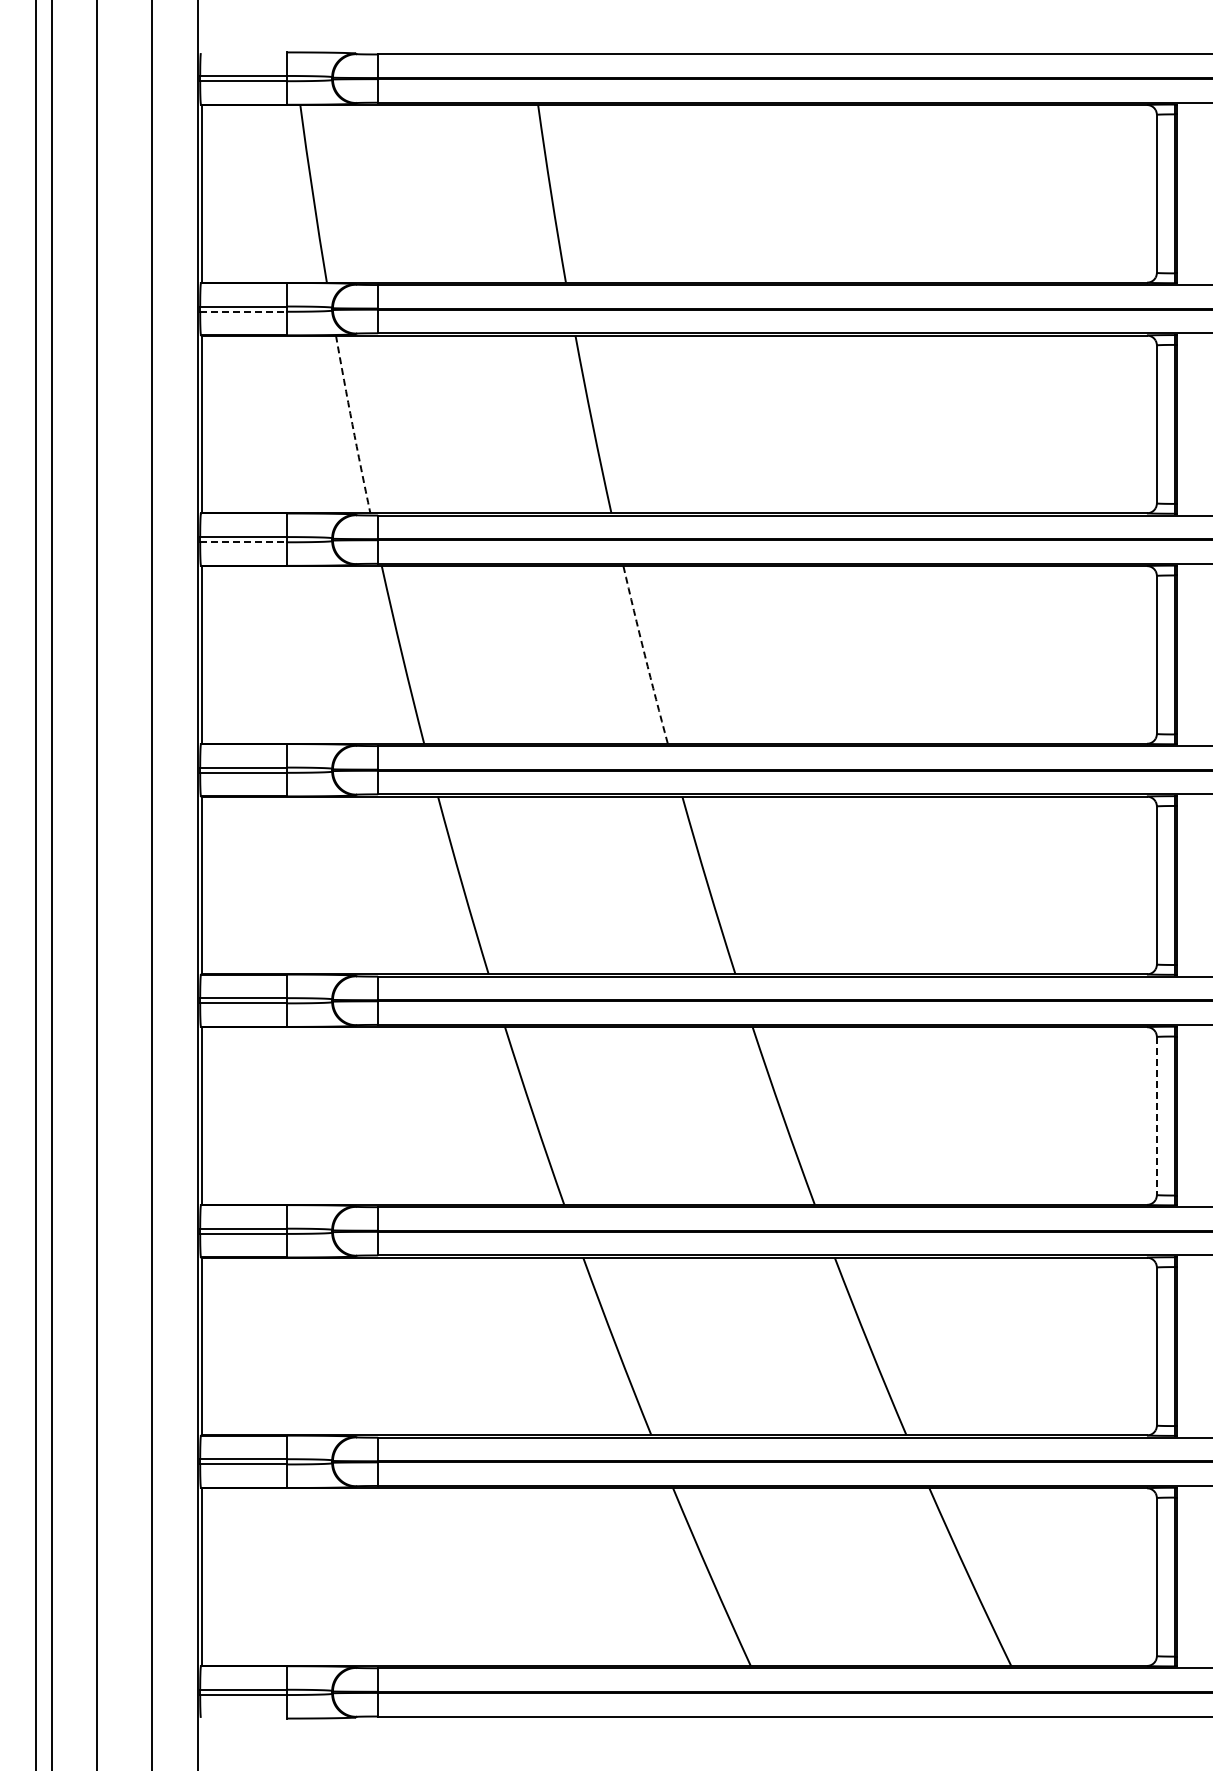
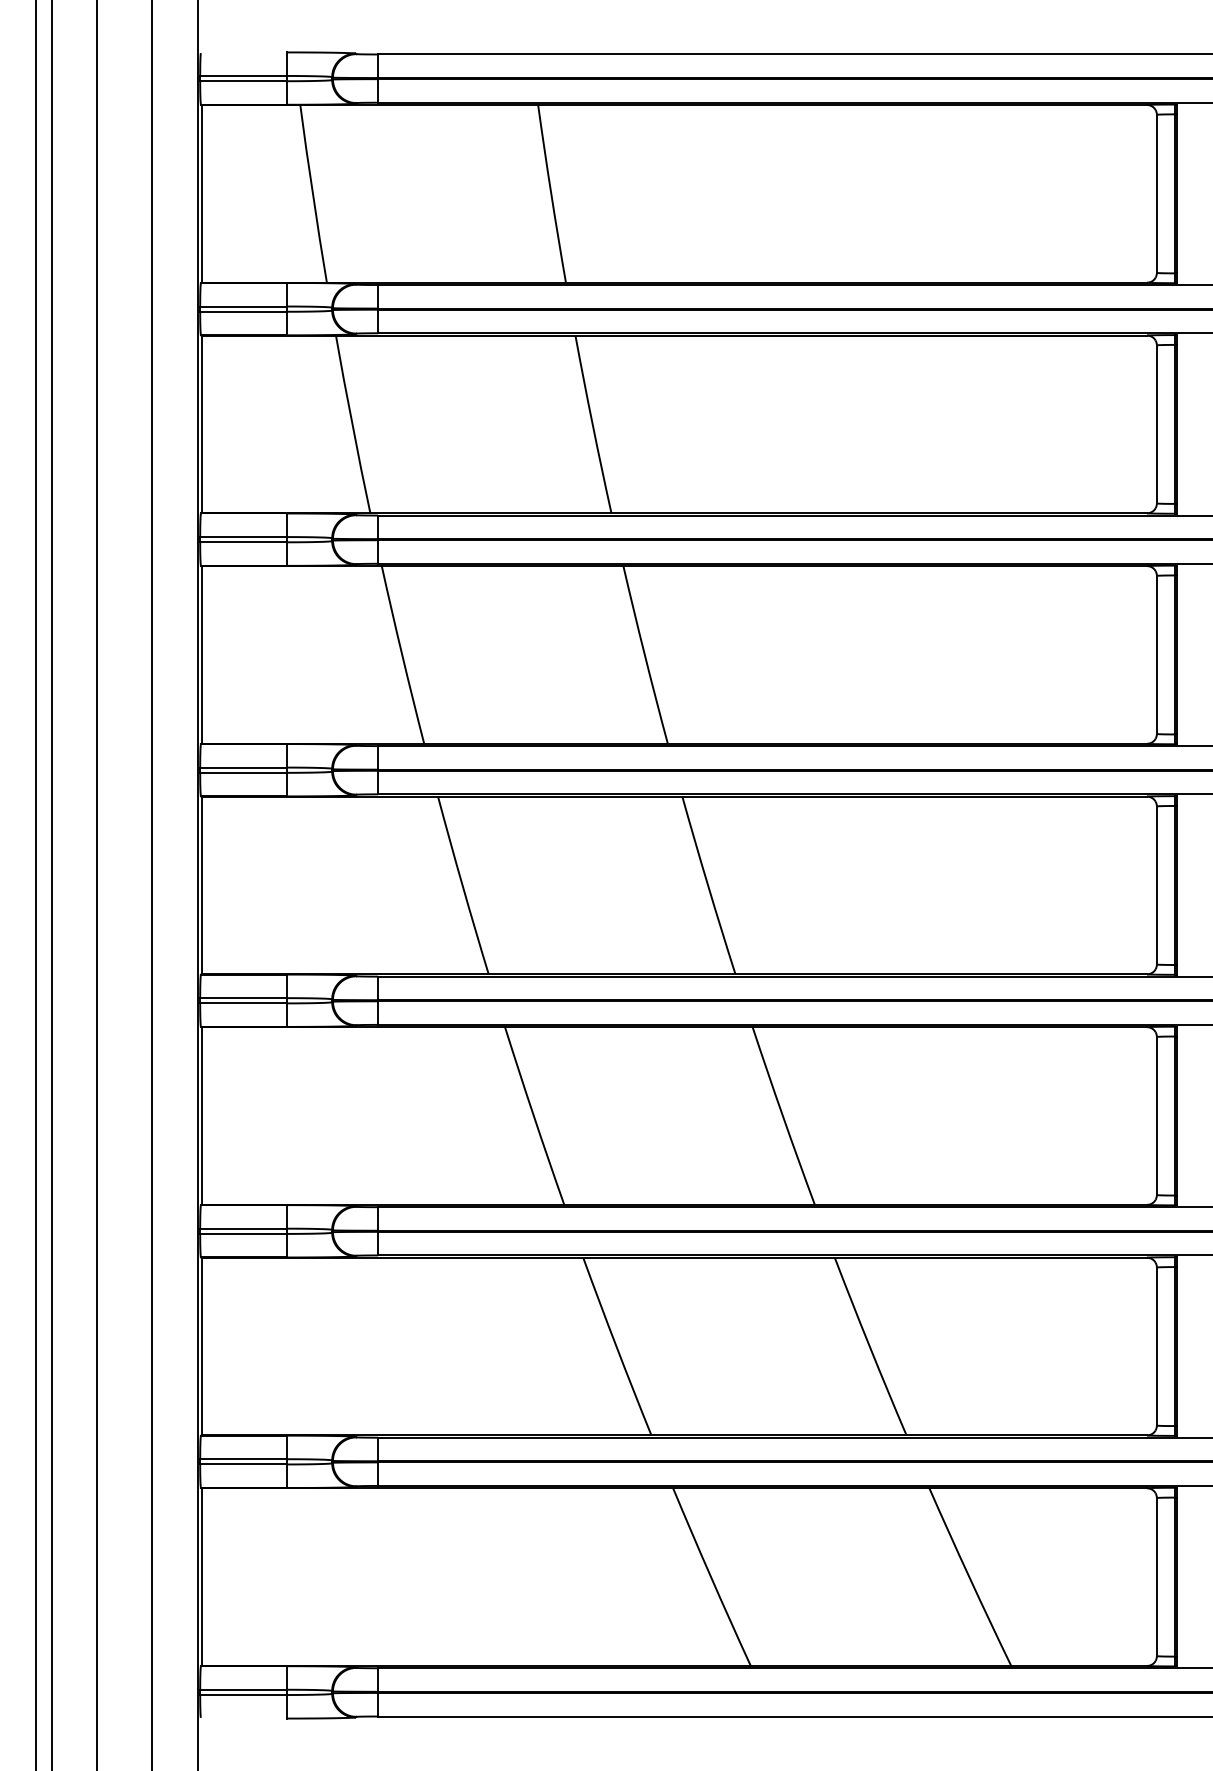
line at (244, 311): dashed -> solid
arc at (352, 424): dashed -> solid
line at (244, 542): dashed -> solid
arc at (644, 655): dashed -> solid
line at (1156, 1116): dashed -> solid
